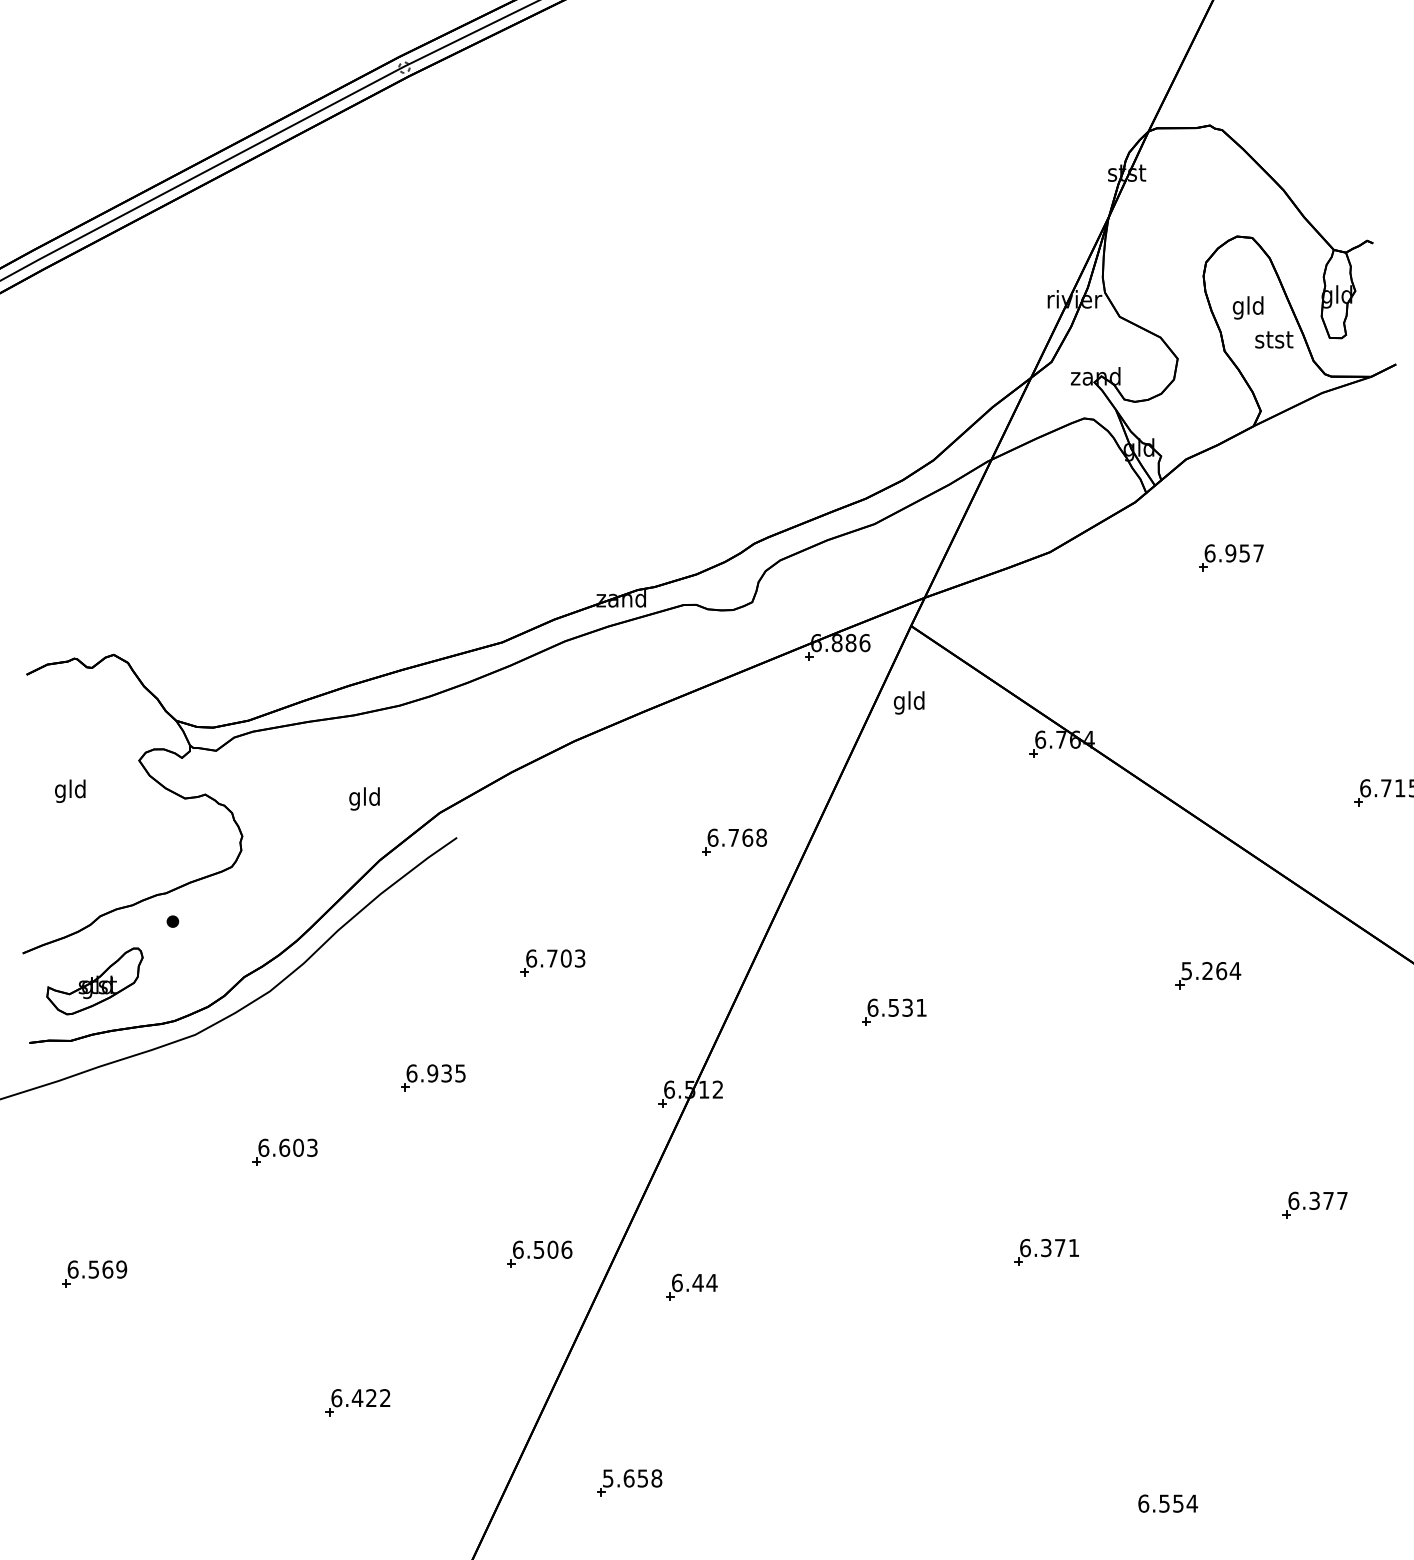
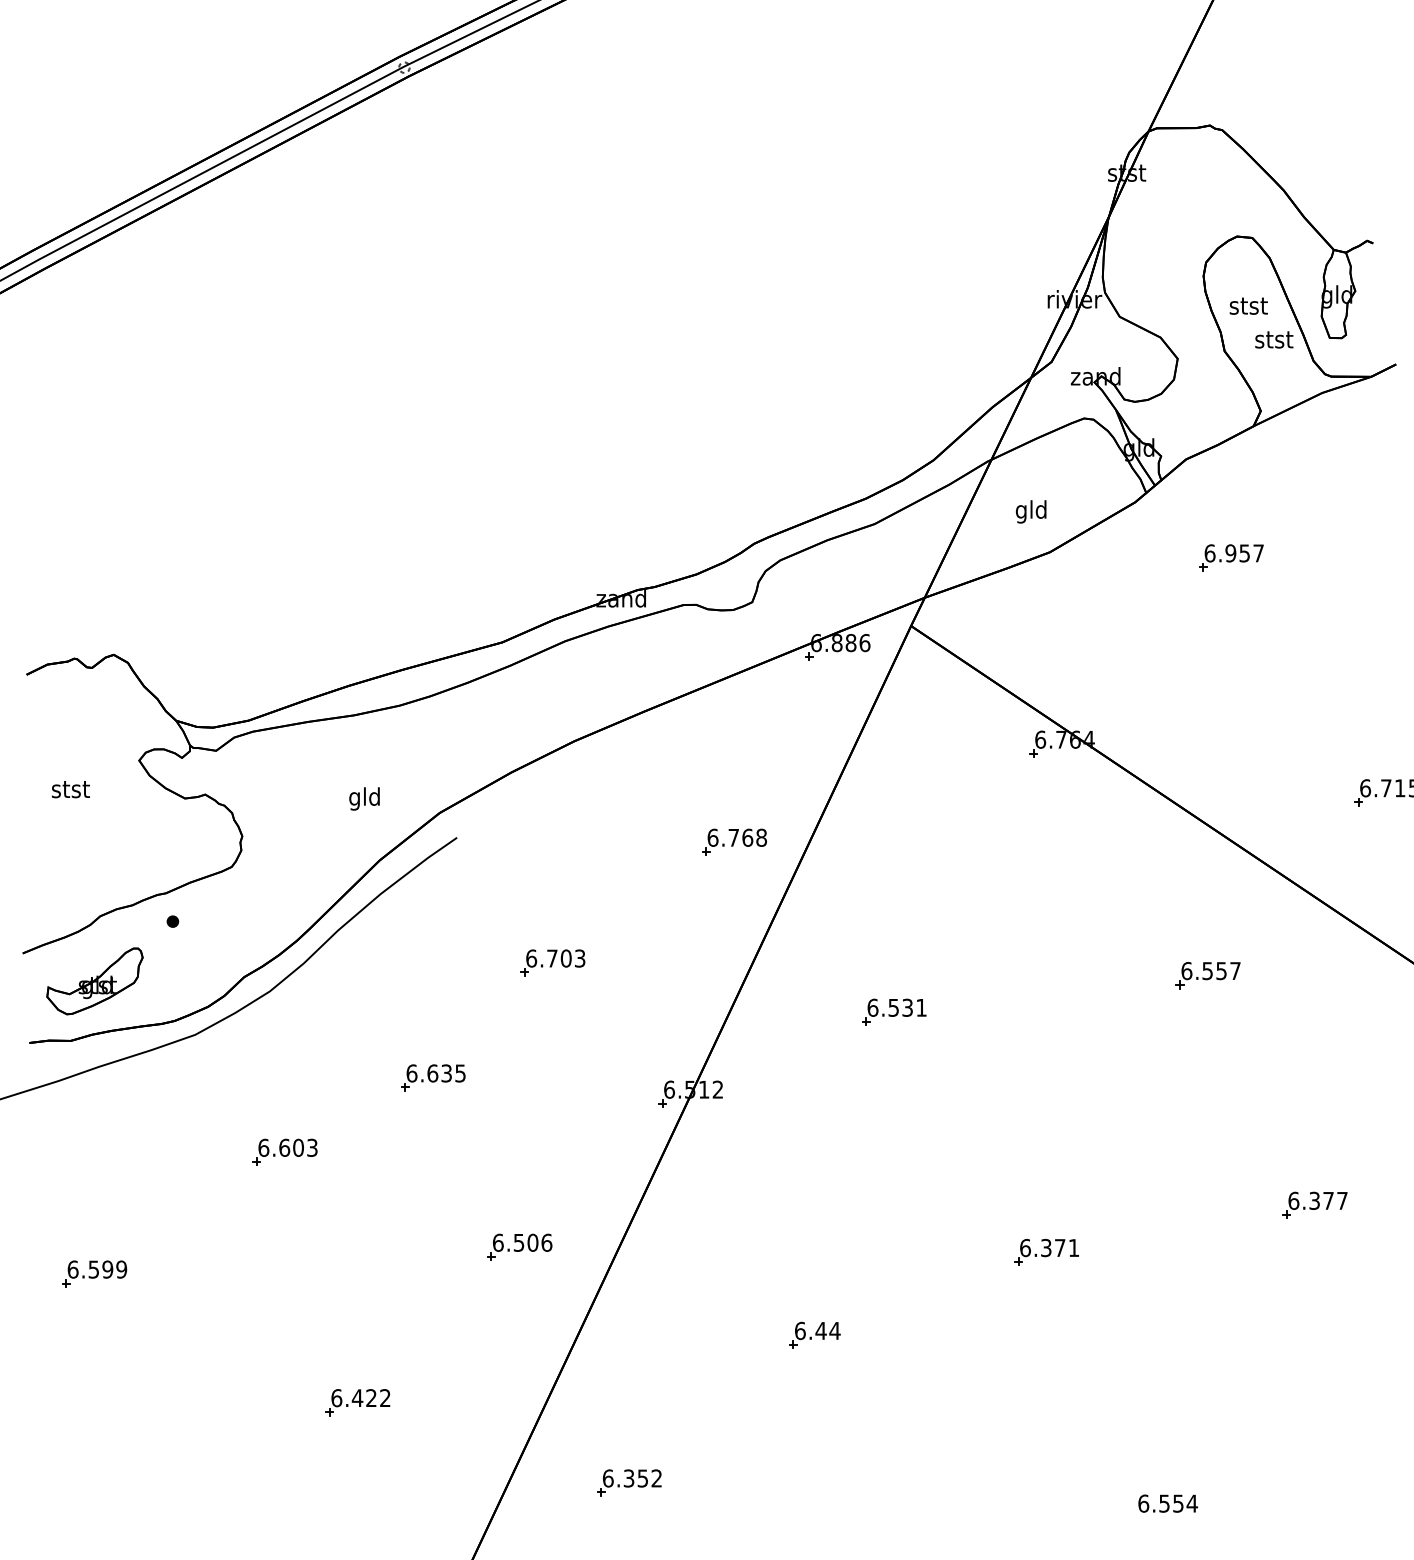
text at (1248, 307): gld -> stst
text at (908, 702) position: (908, 702) -> (1030, 511)
text at (70, 790): gld -> stst
text at (1211, 971): 5.264 -> 6.557
text at (432, 1073): 6.935 -> 6.635
part at (539, 1253) position: (539, 1253) -> (519, 1246)
text at (107, 1269): 6.569 -> 6.599
part at (691, 1286) position: (691, 1286) -> (814, 1334)
text at (632, 1478): 5.658 -> 6.352
